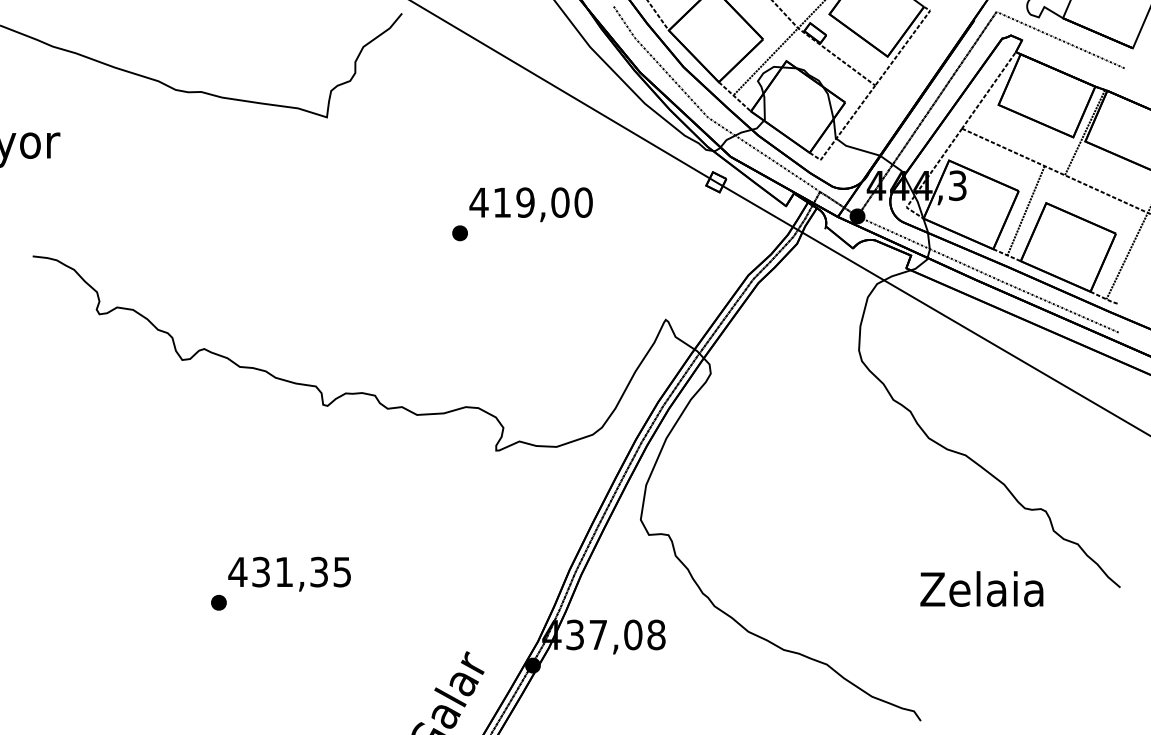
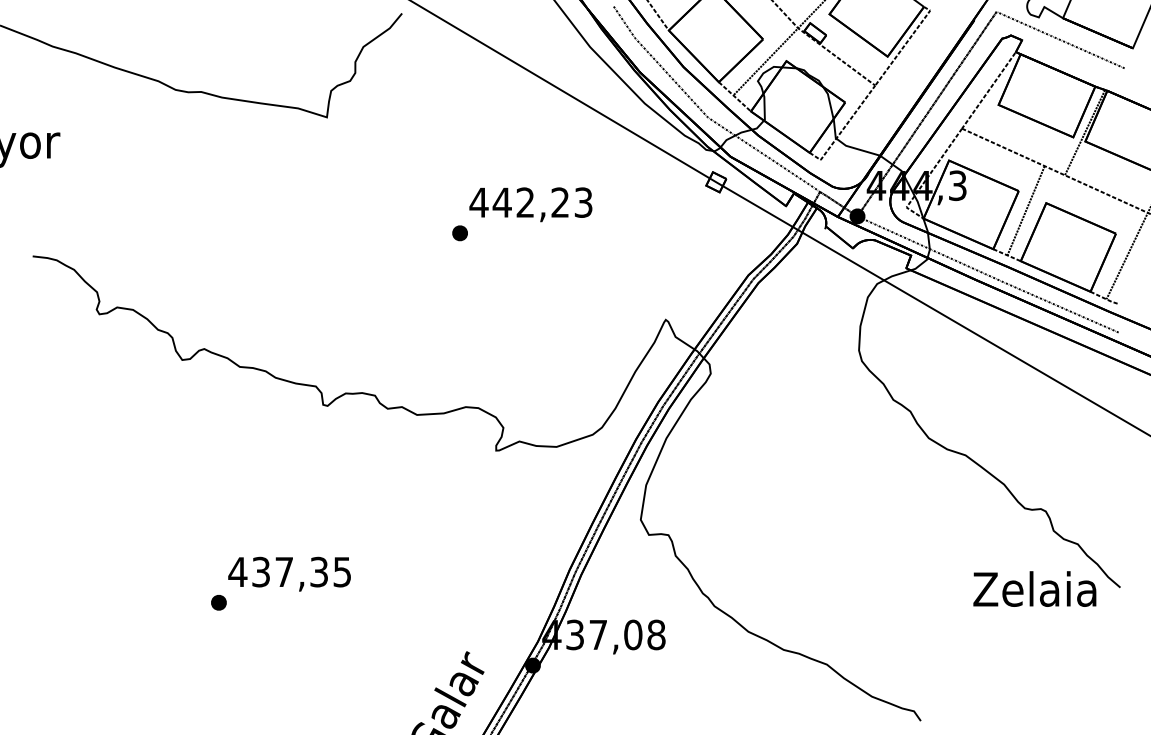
text at (542, 202): 419,00 -> 442,23
text at (283, 571): 431,35 -> 437,35
text at (981, 588) position: (981, 588) -> (1034, 588)
